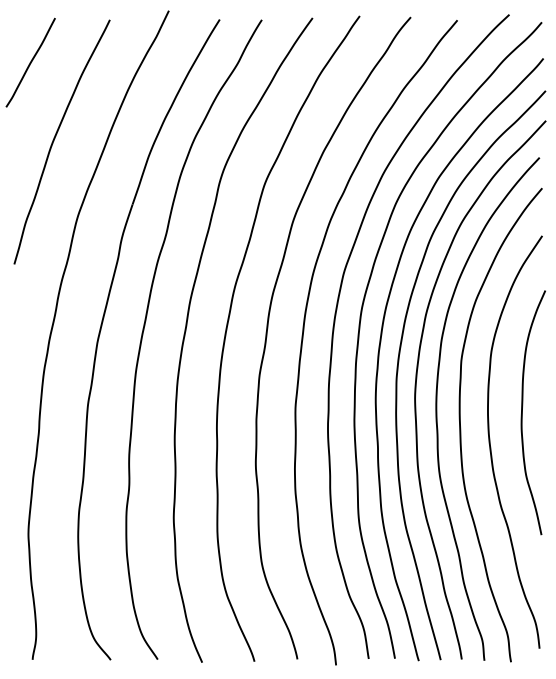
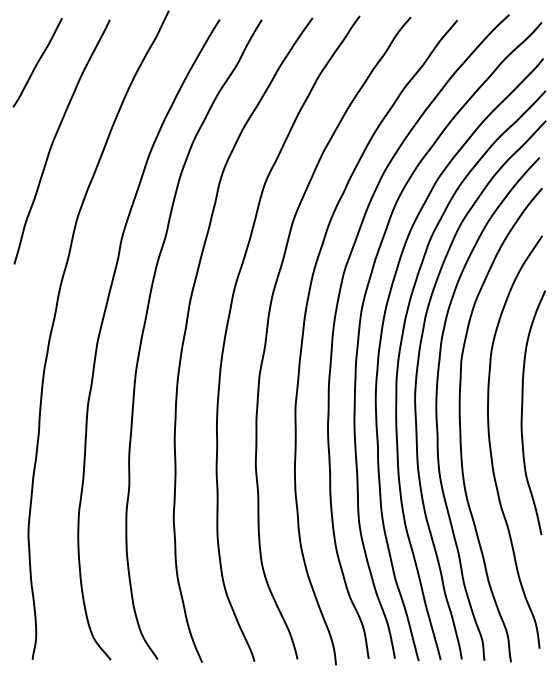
line at (30, 62) position: (30, 62) -> (37, 62)
